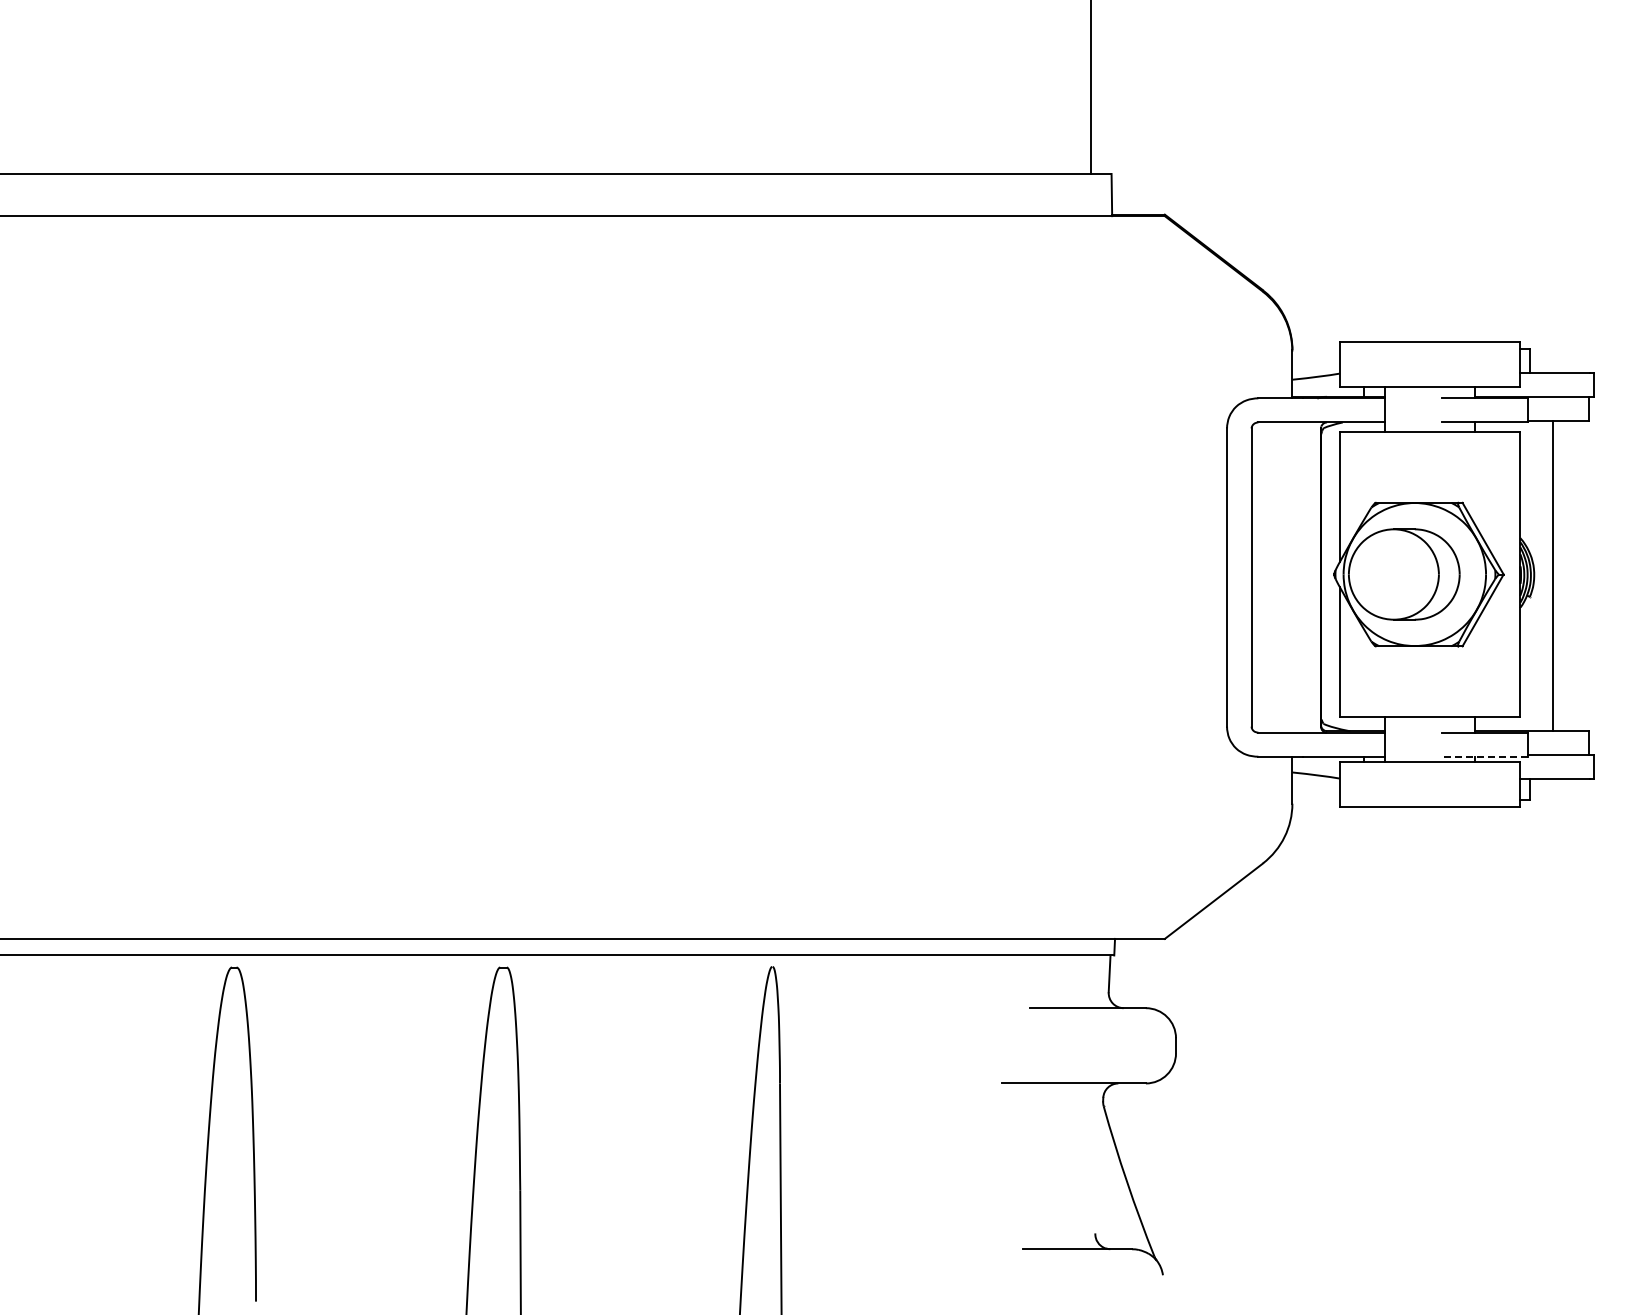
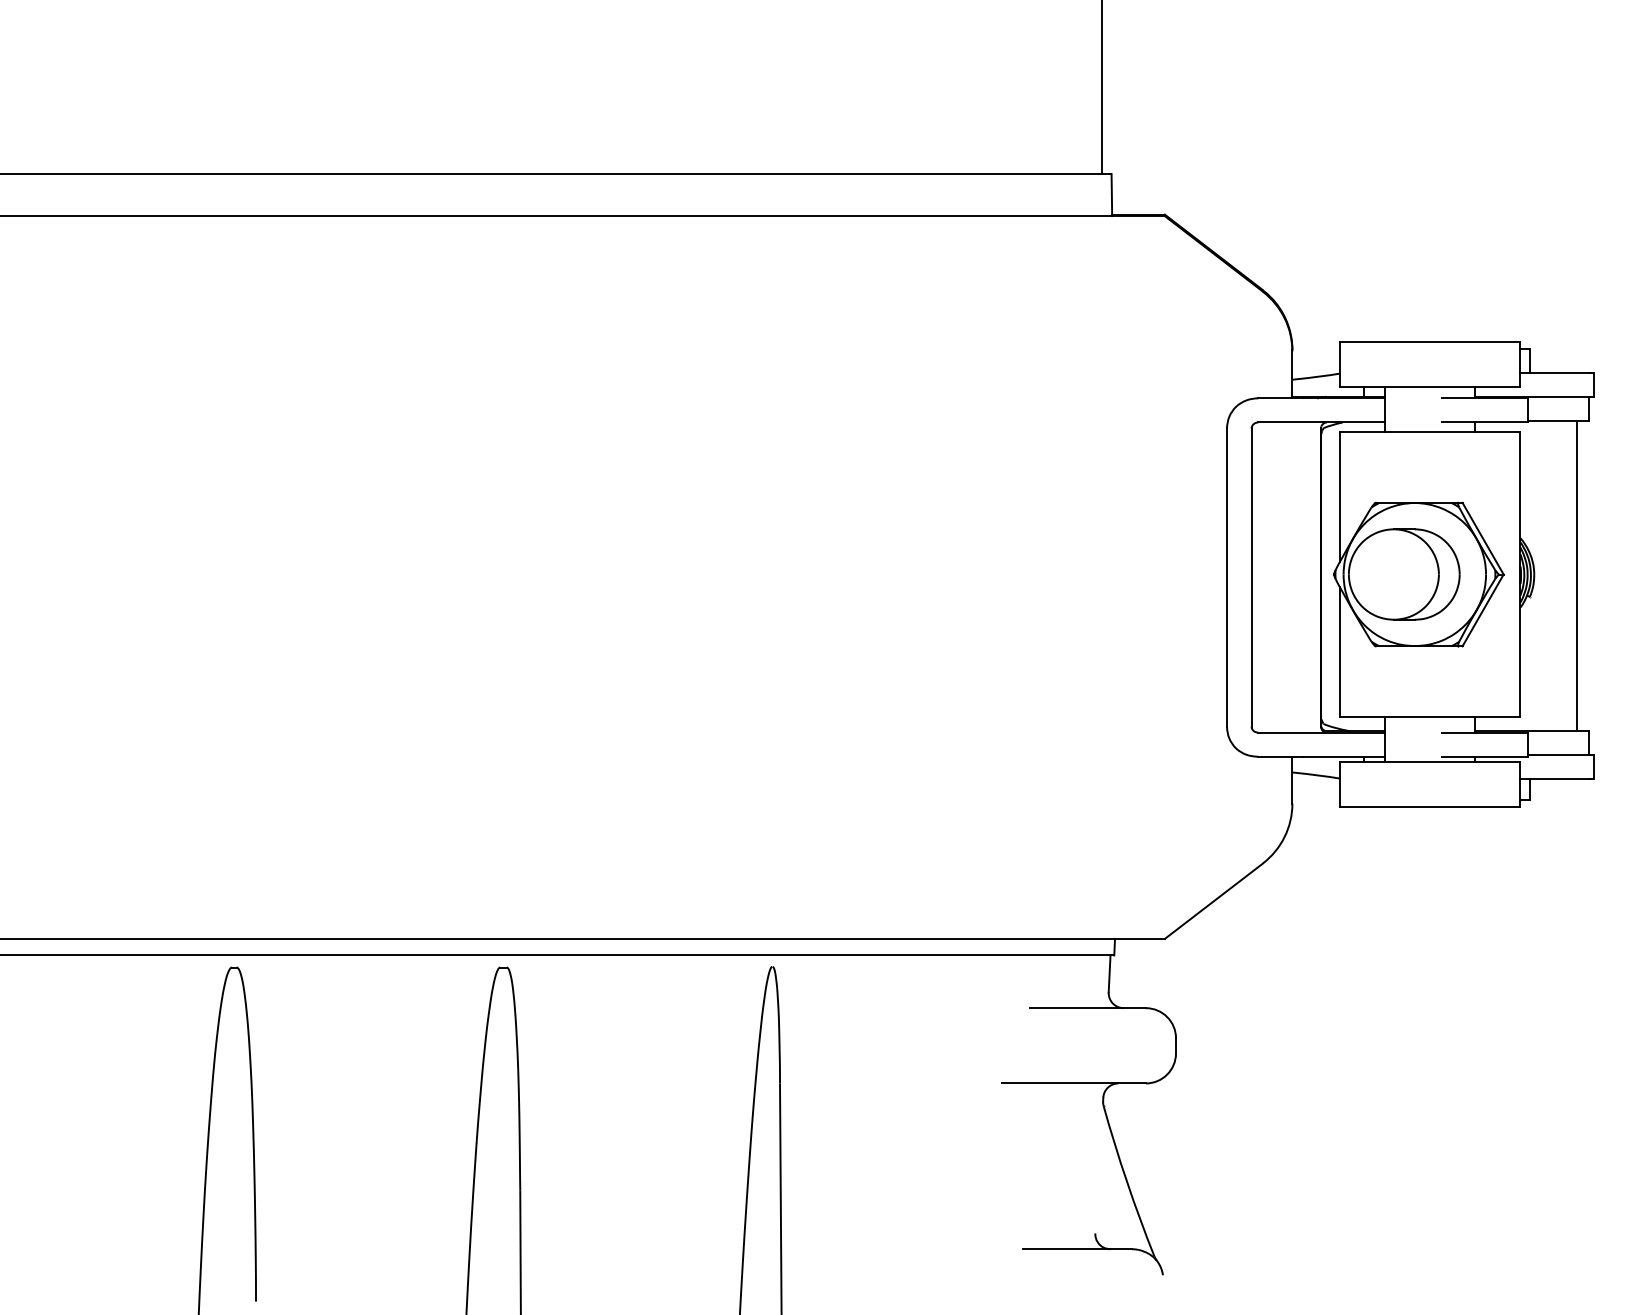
line at (1090, 88) position: (1090, 88) -> (1101, 88)
line at (1552, 575) position: (1552, 575) -> (1576, 575)
line at (1484, 756): dashed -> solid
